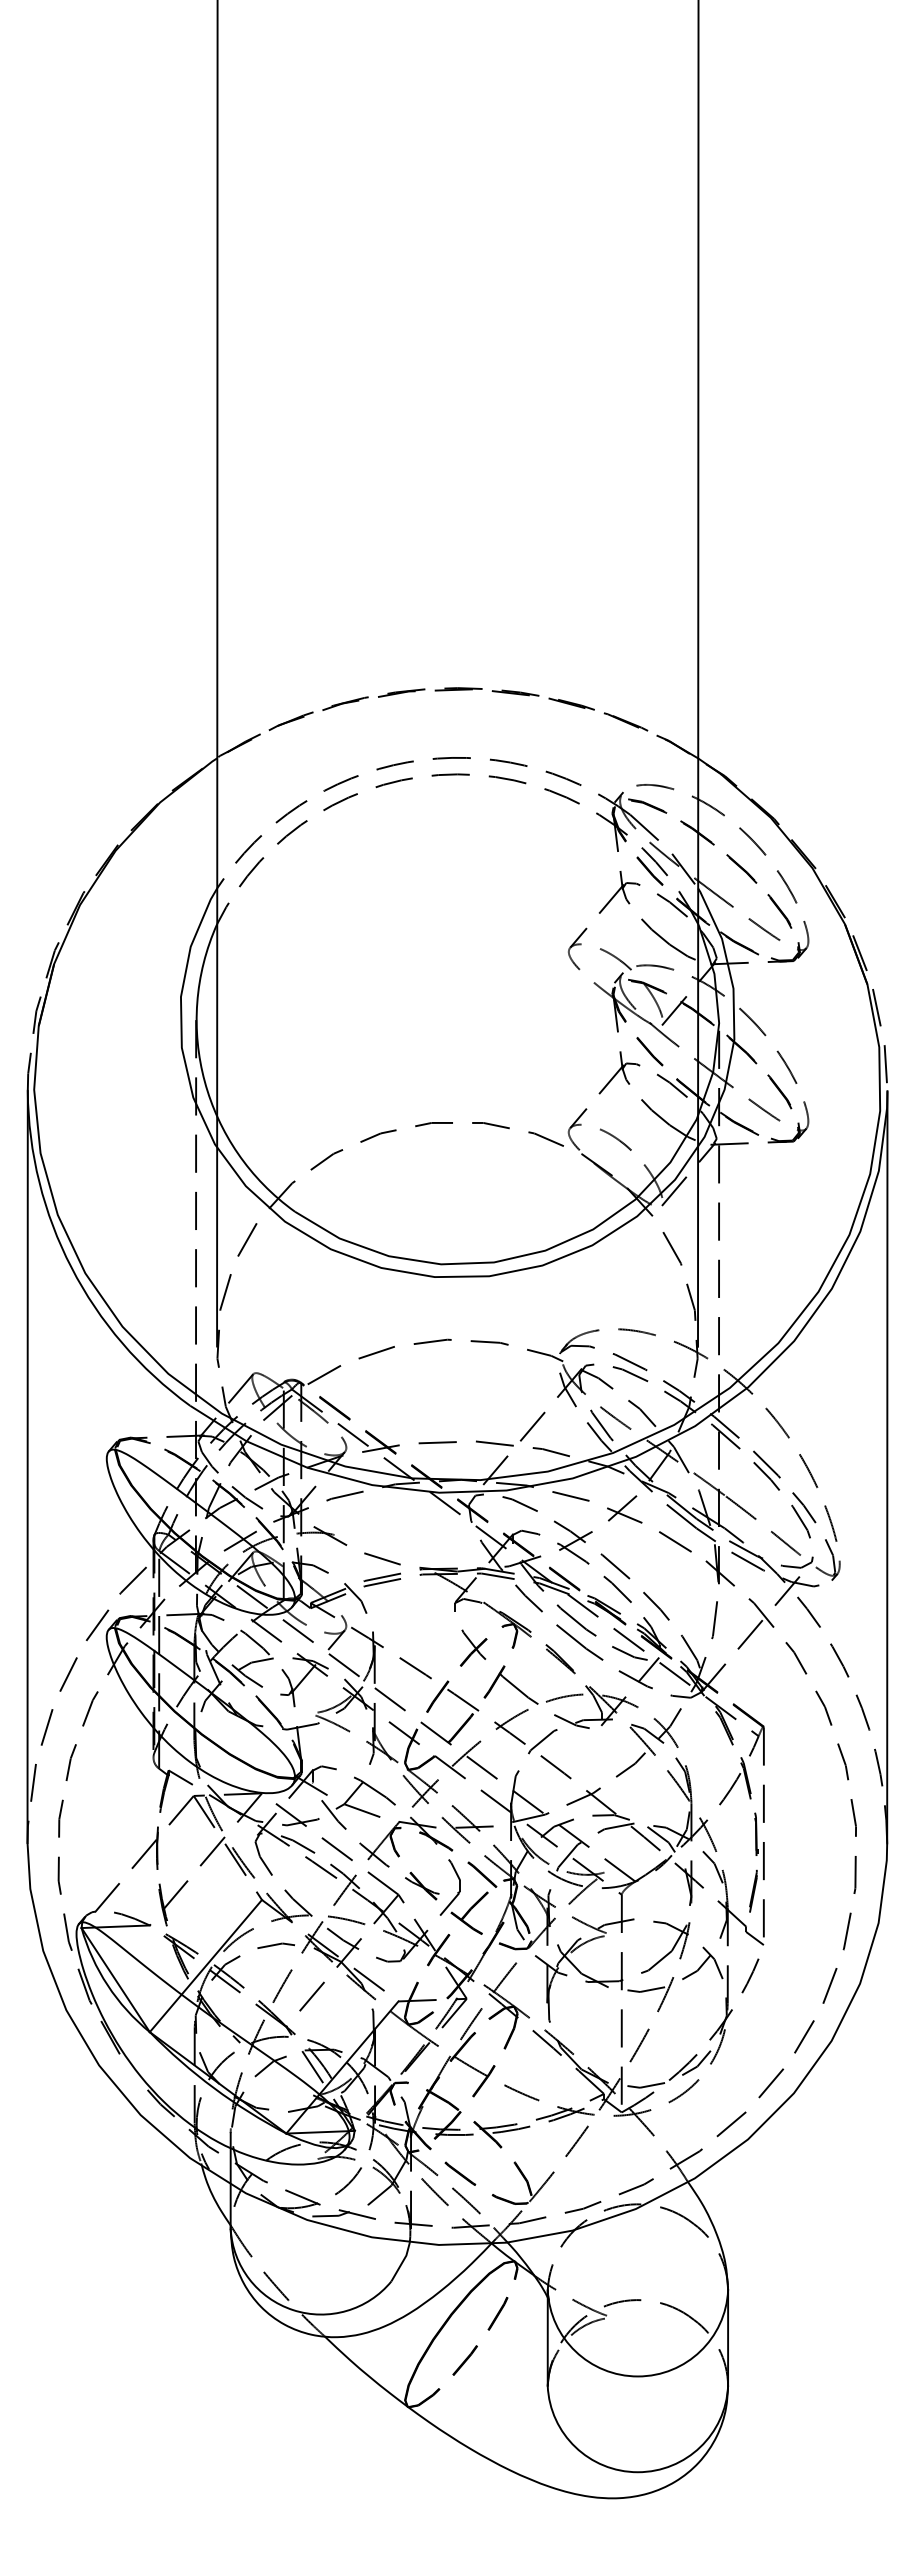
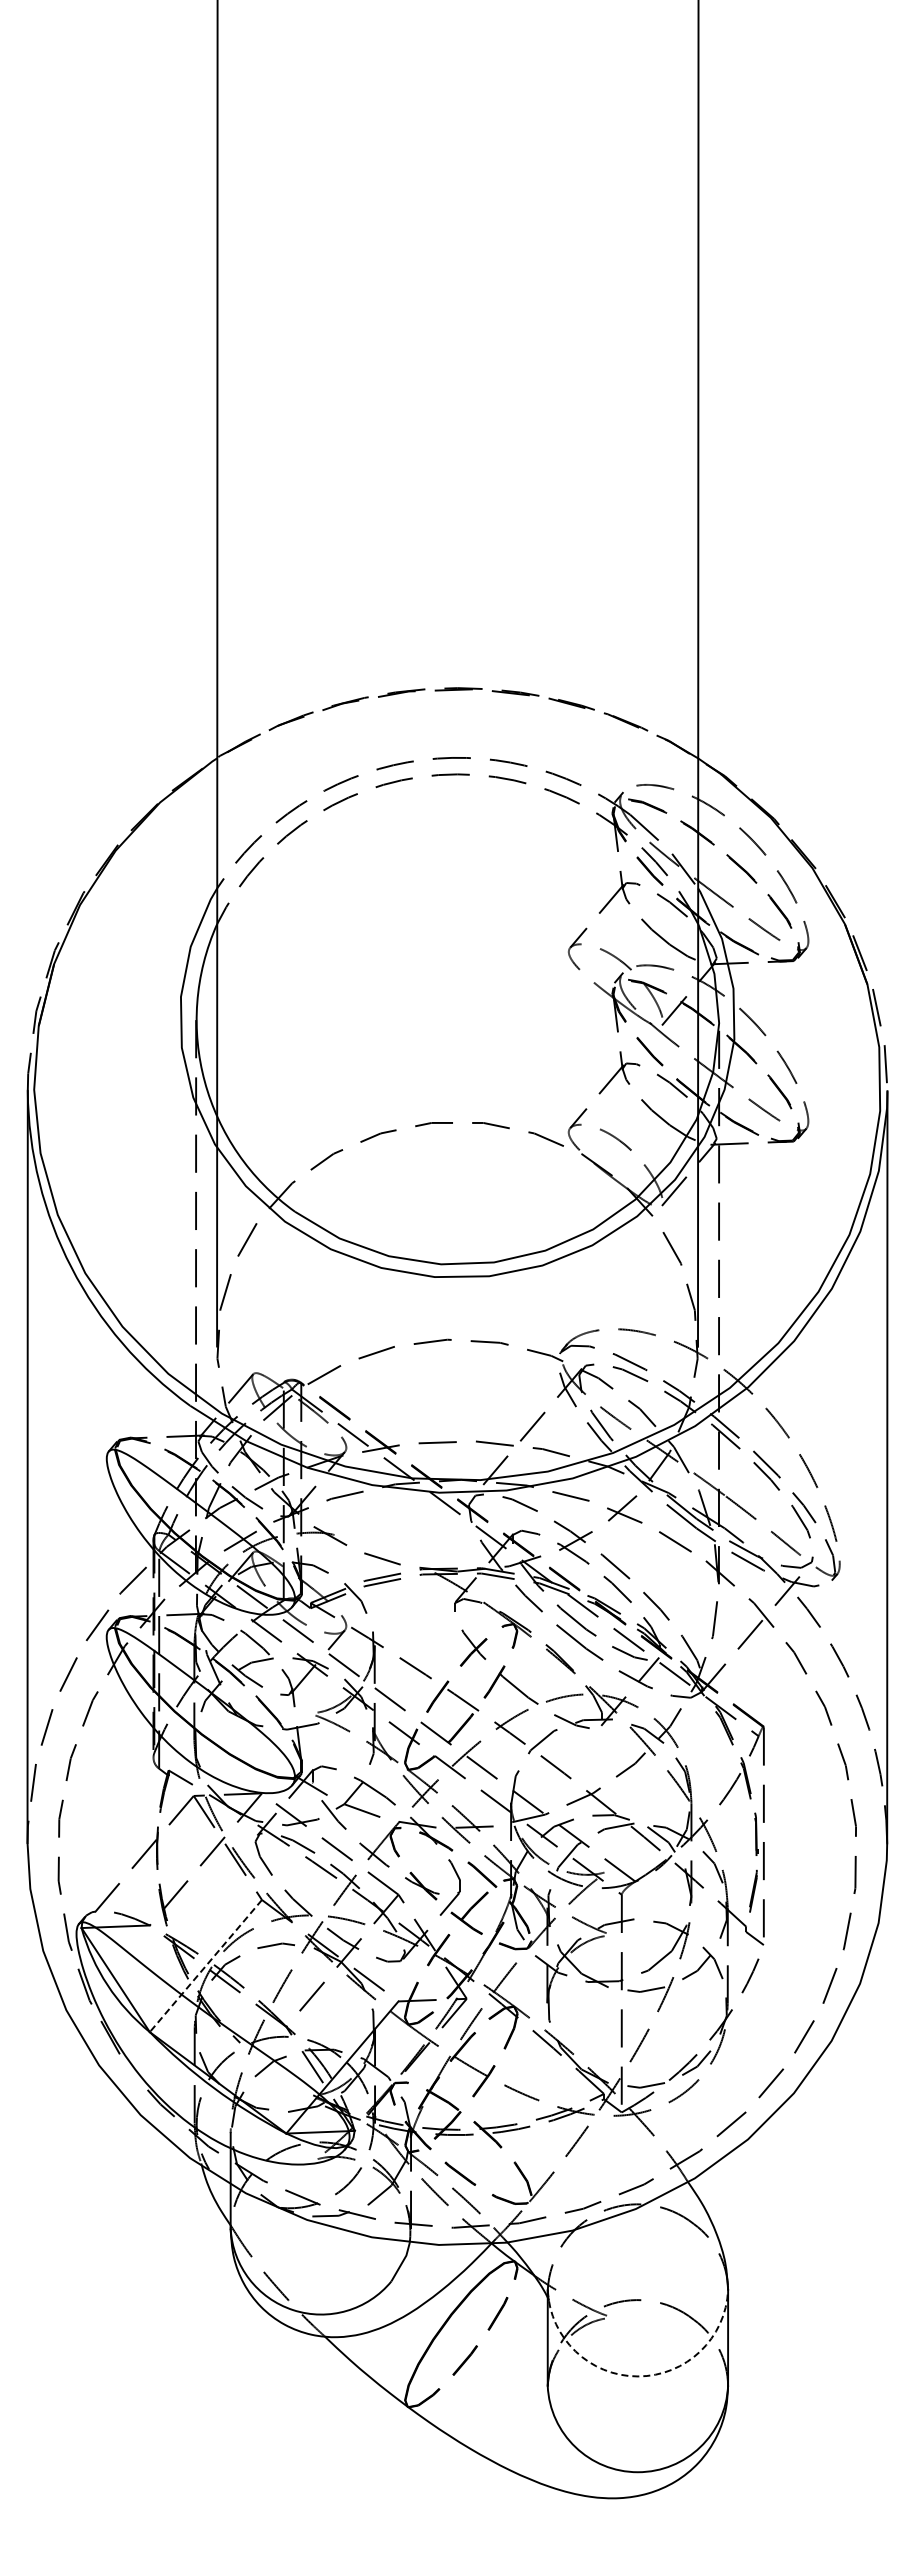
line at (205, 1966): solid -> dashed
arc at (638, 2376): solid -> dashed
